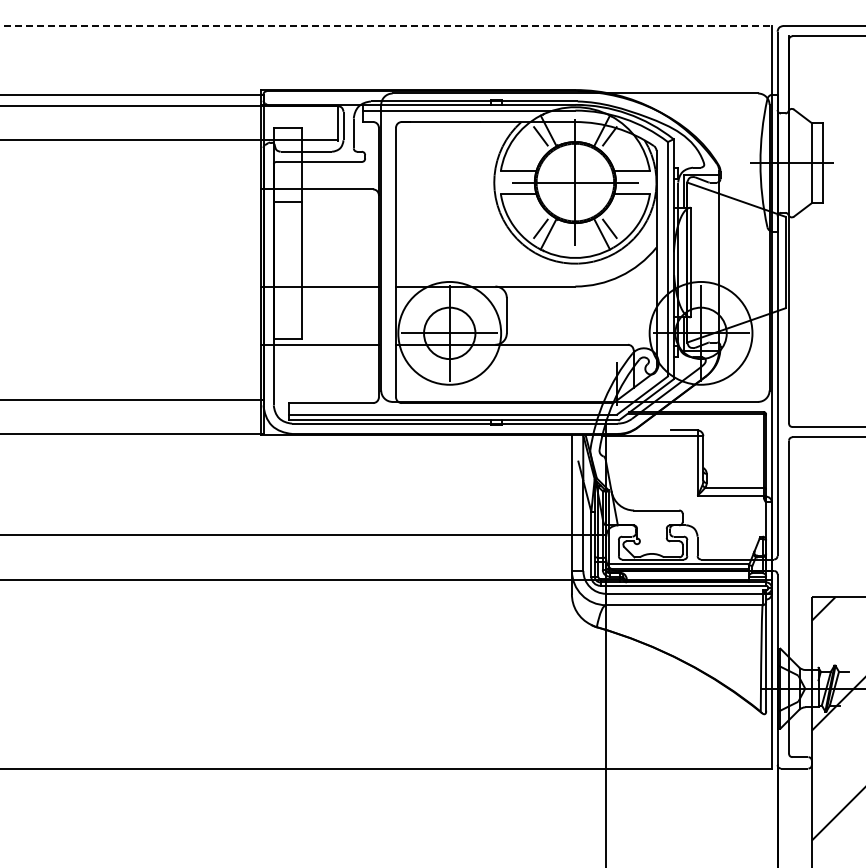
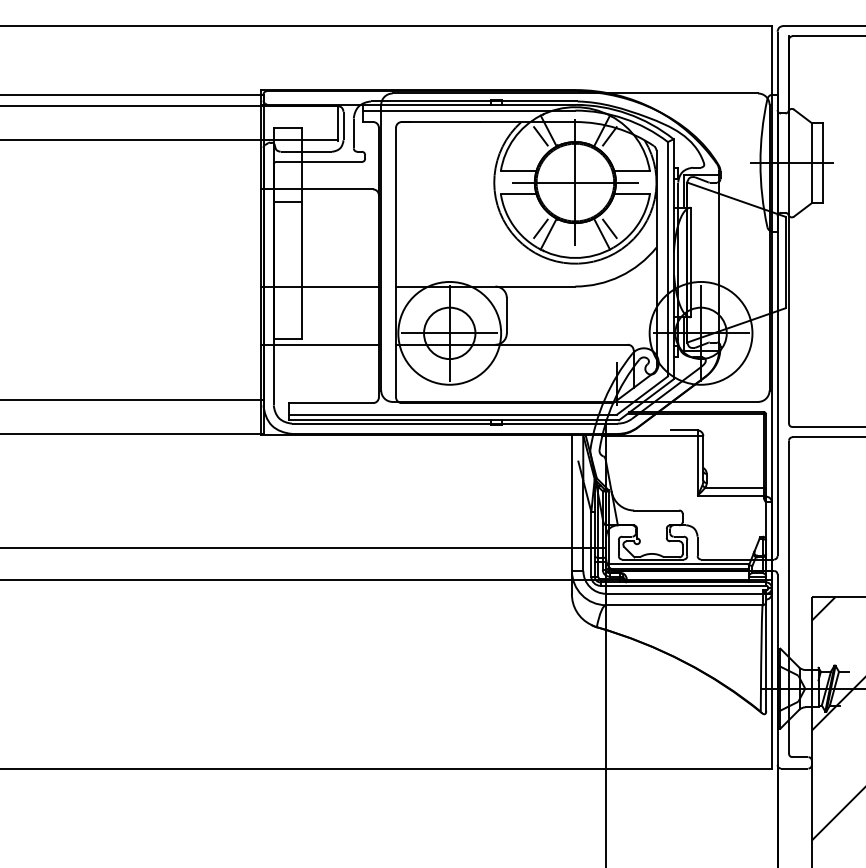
line at (386, 26): dashed -> solid
line at (304, 535) position: (304, 535) -> (304, 548)
